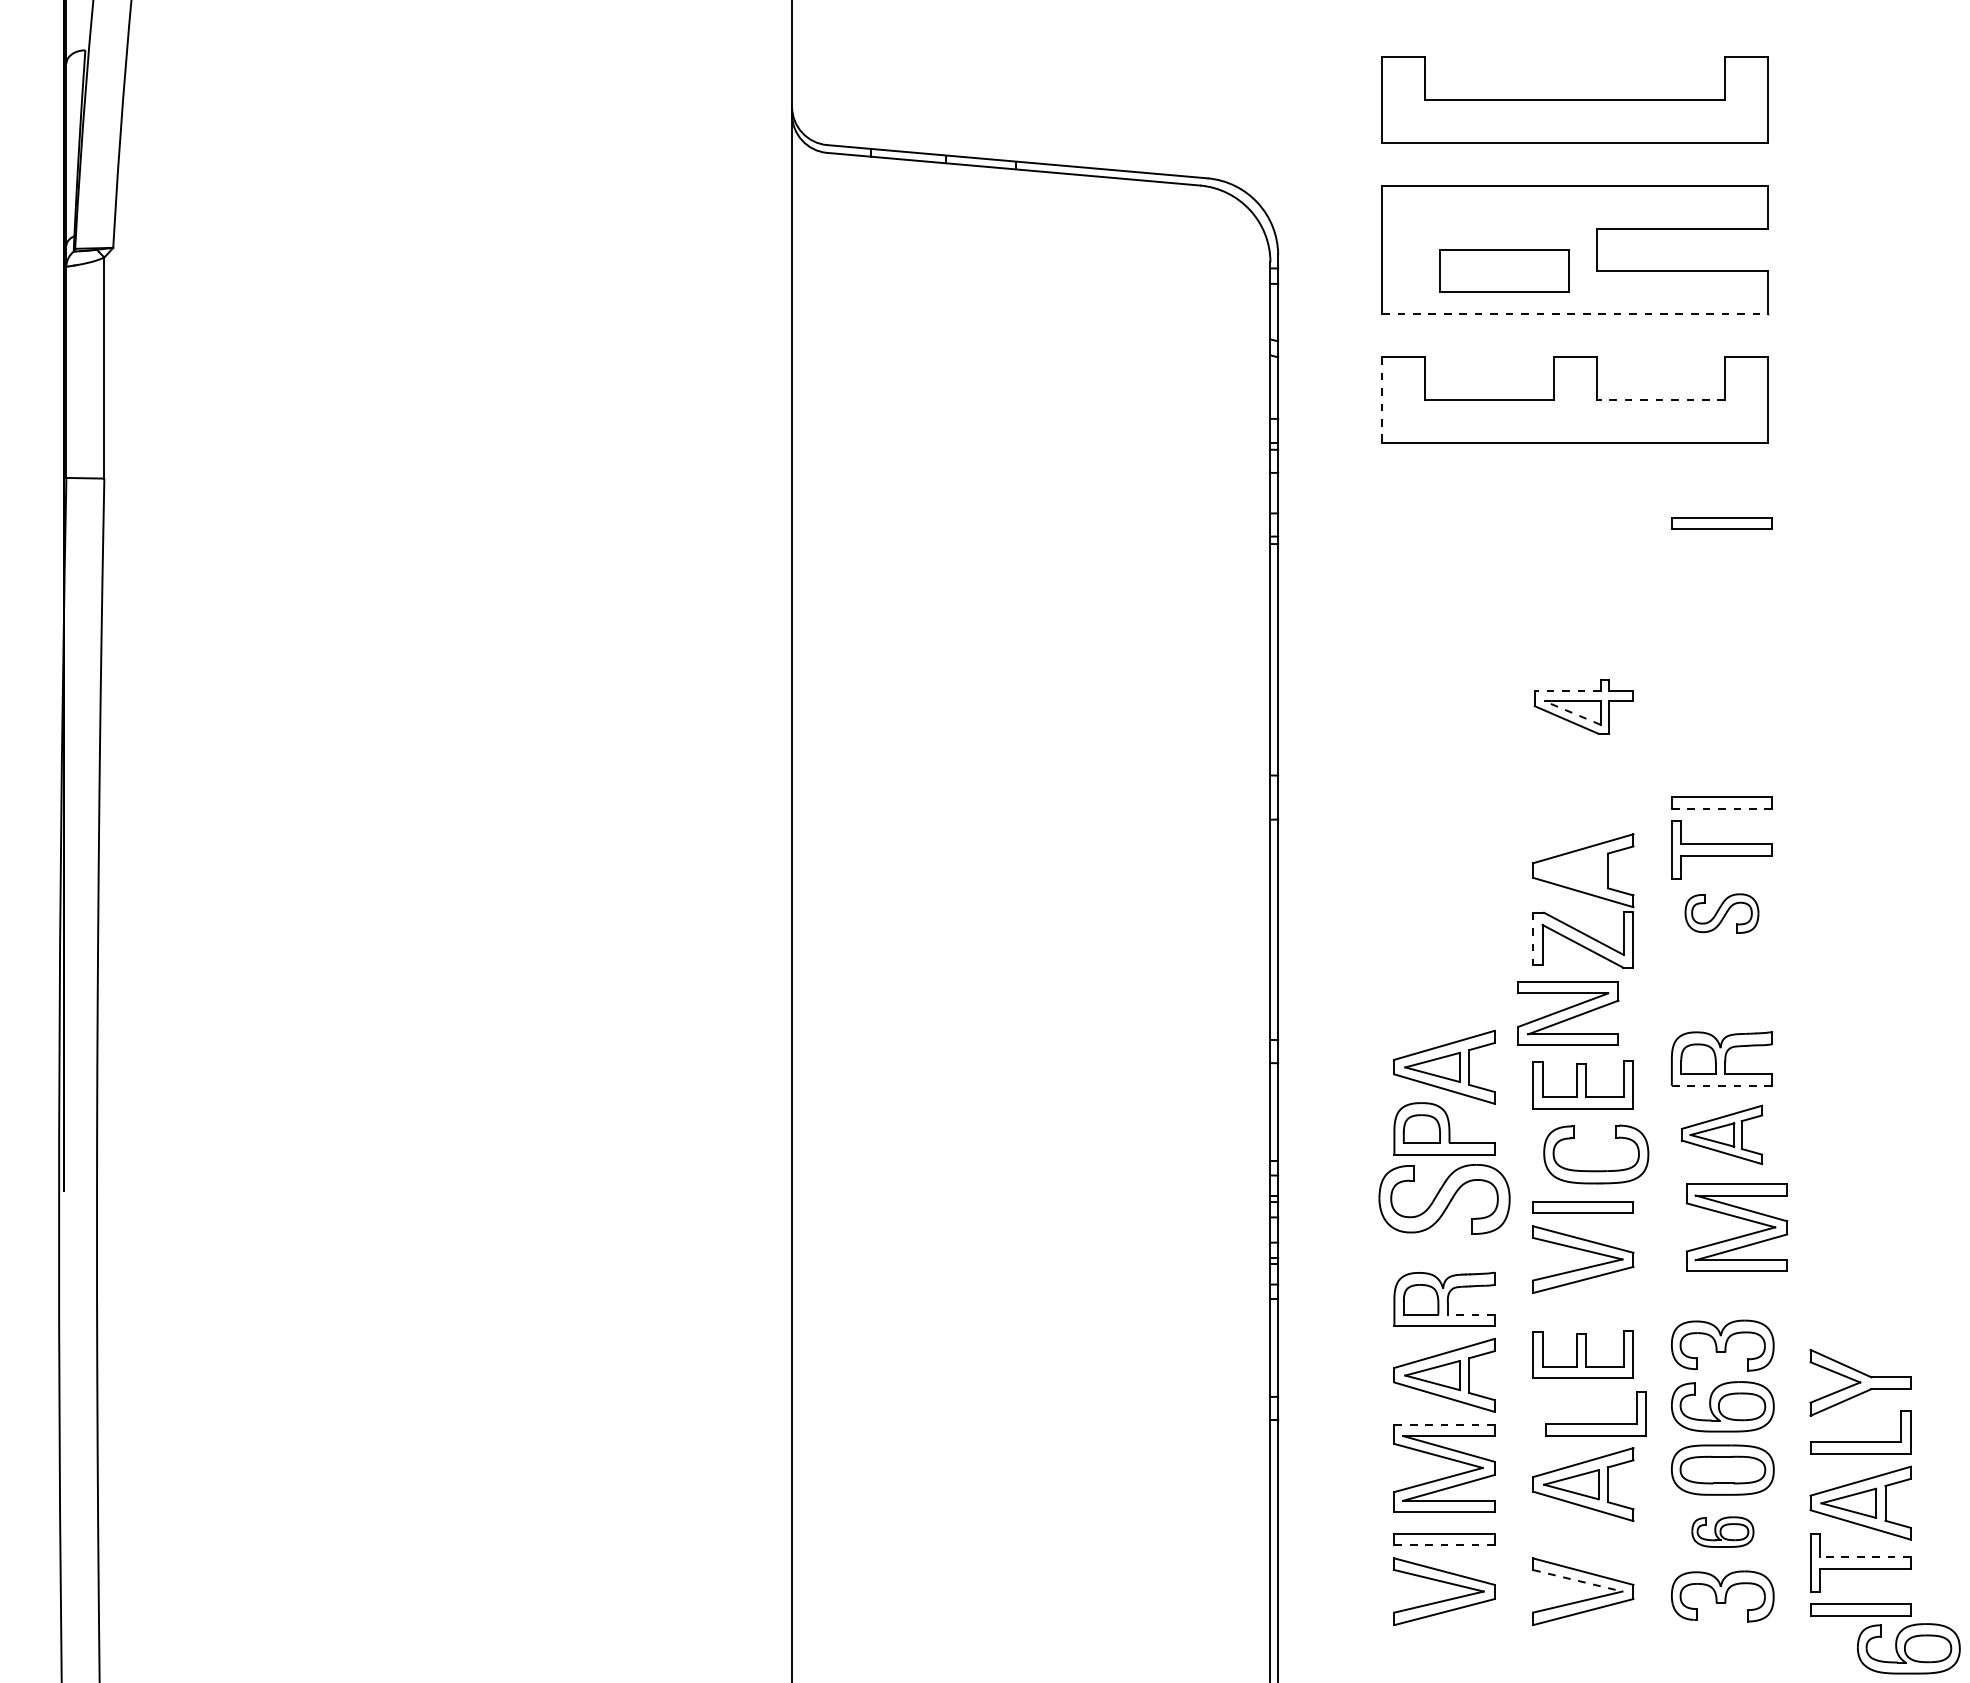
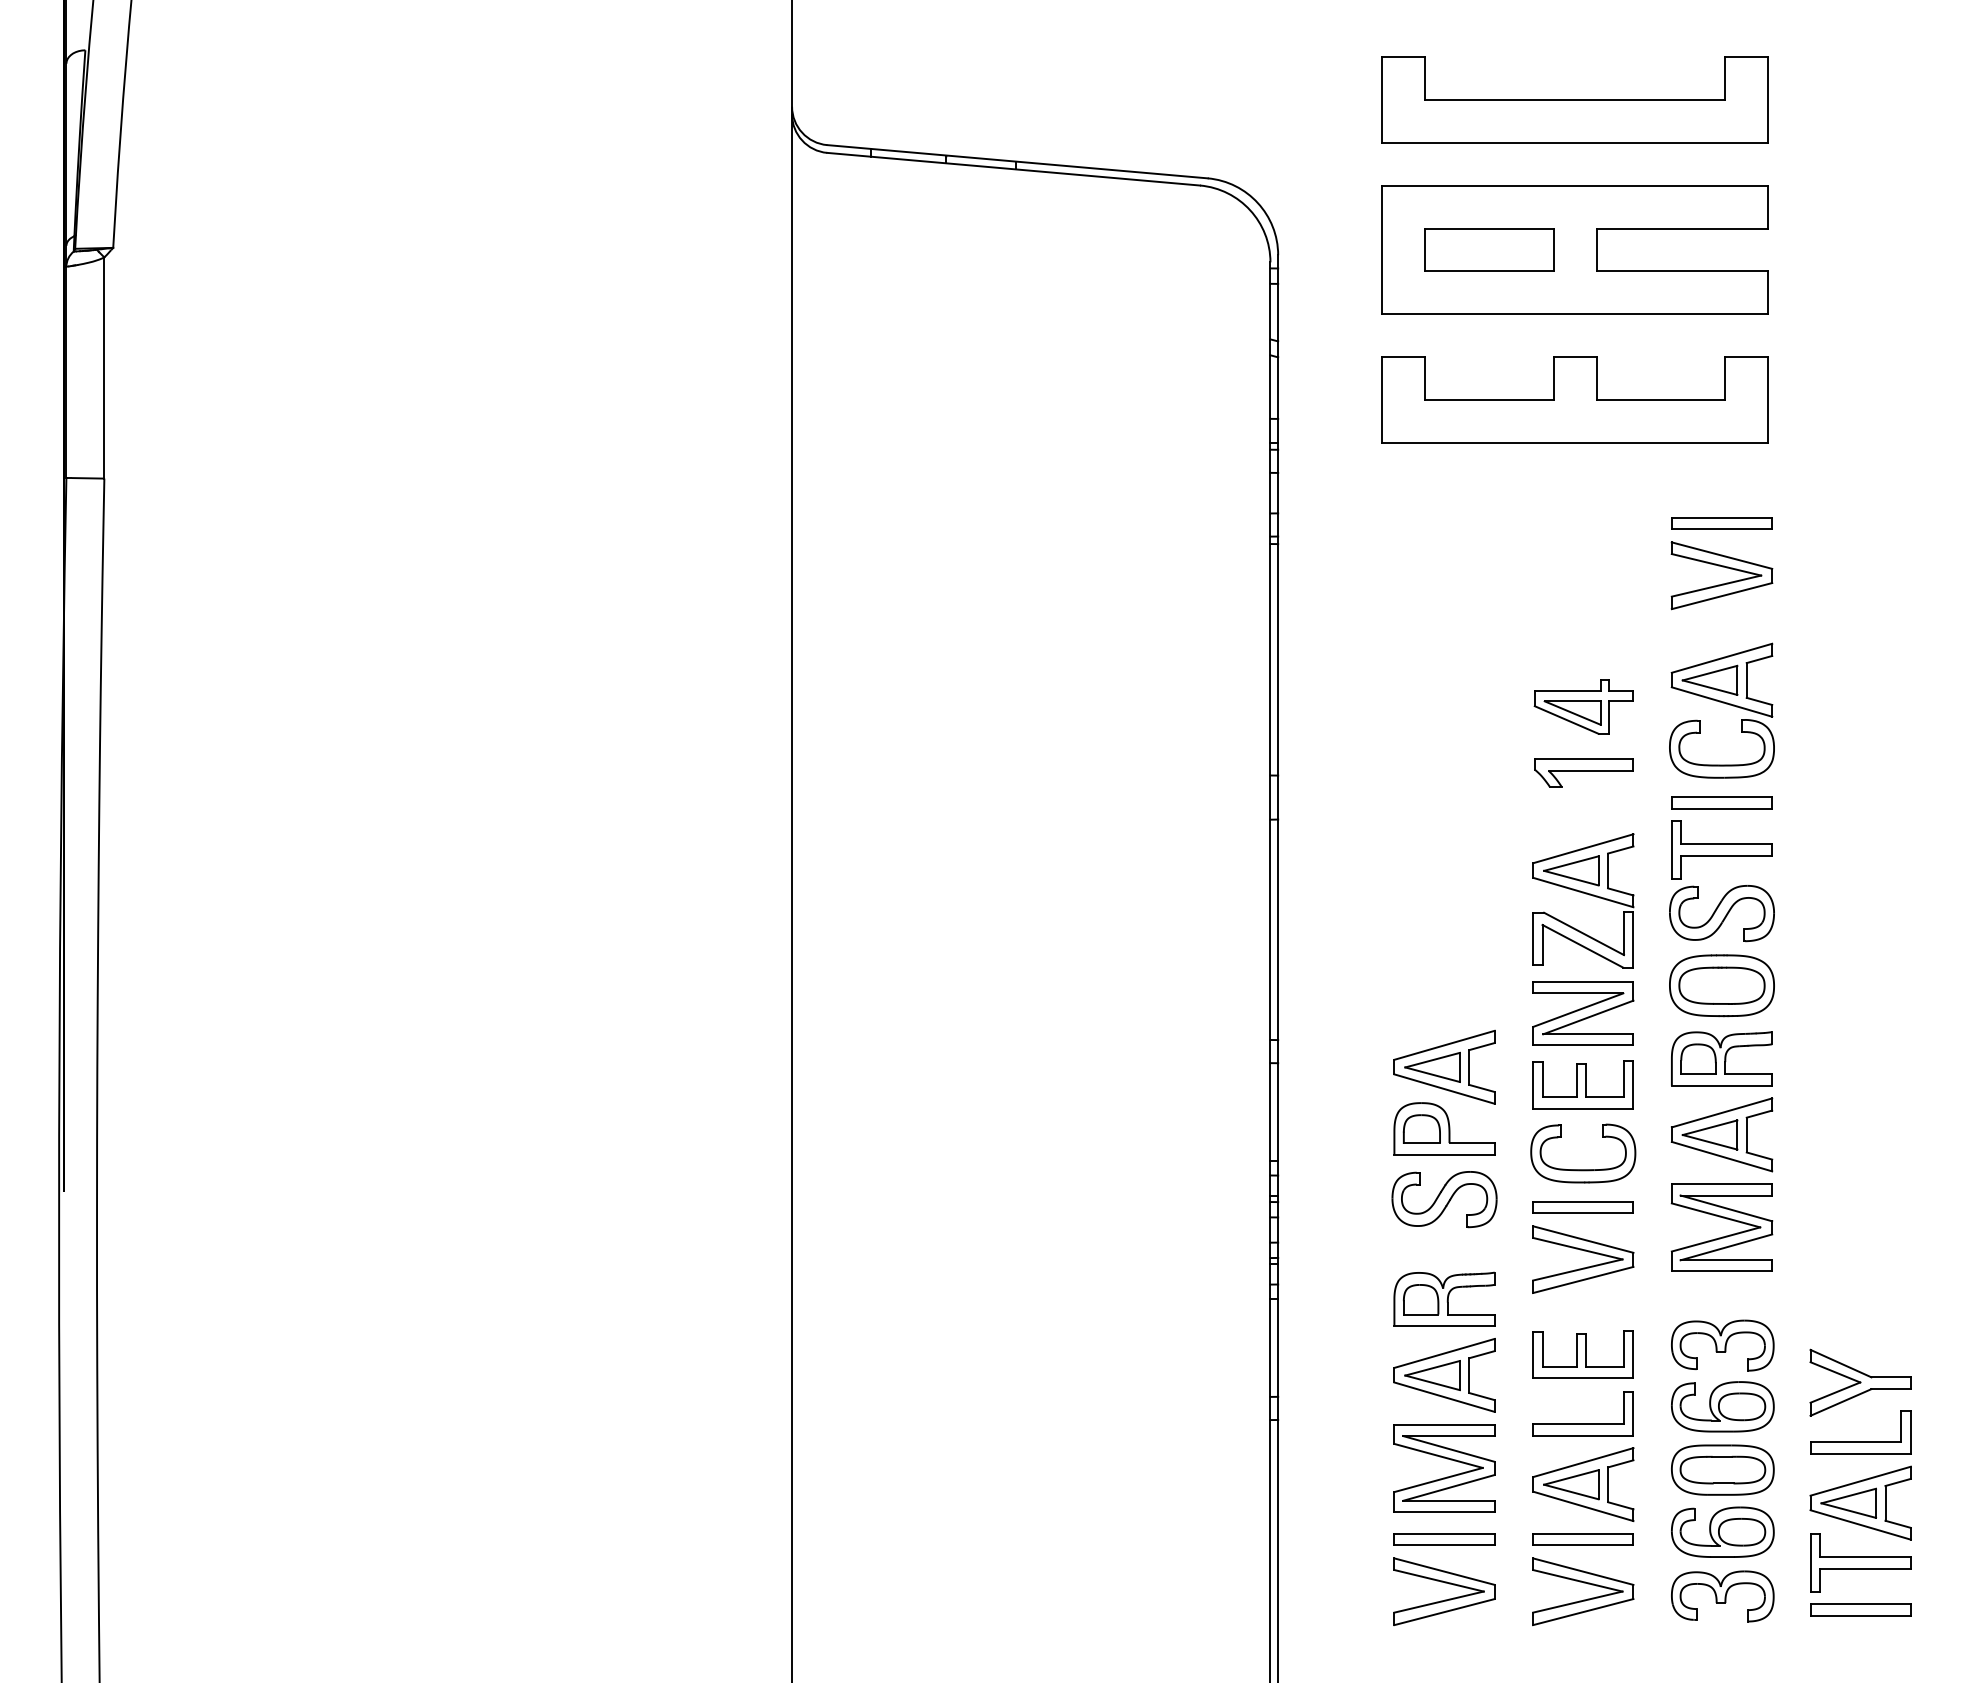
part at (1504, 270) position: (1504, 270) -> (1489, 249)
line at (1575, 314): dashed -> solid
line at (1382, 400): dashed -> solid
line at (1660, 400): dashed -> solid
part at (1722, 567): none -> present
line at (1567, 690): dashed -> solid
part at (1722, 703): none -> present
line at (1572, 712): dashed -> solid
part at (1583, 772): none -> present
line at (1722, 808): dashed -> solid
part at (1571, 870): none -> present
part at (1721, 913) size: 76x41 px -> 106x58 px
line at (1533, 939): dashed -> solid
part at (1721, 985): none -> present
part at (1568, 1013) position: (1568, 1013) -> (1583, 1013)
line at (1722, 1085): dashed -> solid
part at (1721, 1134) size: 84x62 px -> 104x76 px
part at (1596, 1170) position: (1596, 1170) -> (1583, 1169)
part at (1444, 1199) size: 133x71 px -> 107x58 px
part at (1737, 1218) position: (1737, 1218) -> (1722, 1218)
line at (1470, 1314): dashed -> solid
part at (1595, 1423) position: (1595, 1423) -> (1582, 1423)
line at (1444, 1424): dashed -> solid
part at (1722, 1531) size: 64x32 px -> 104x52 px
part at (1582, 1539): none -> present
line at (1445, 1545): dashed -> solid
line at (1864, 1557): dashed -> solid
line at (1577, 1580): dashed -> solid
part at (1908, 1648): present -> none
